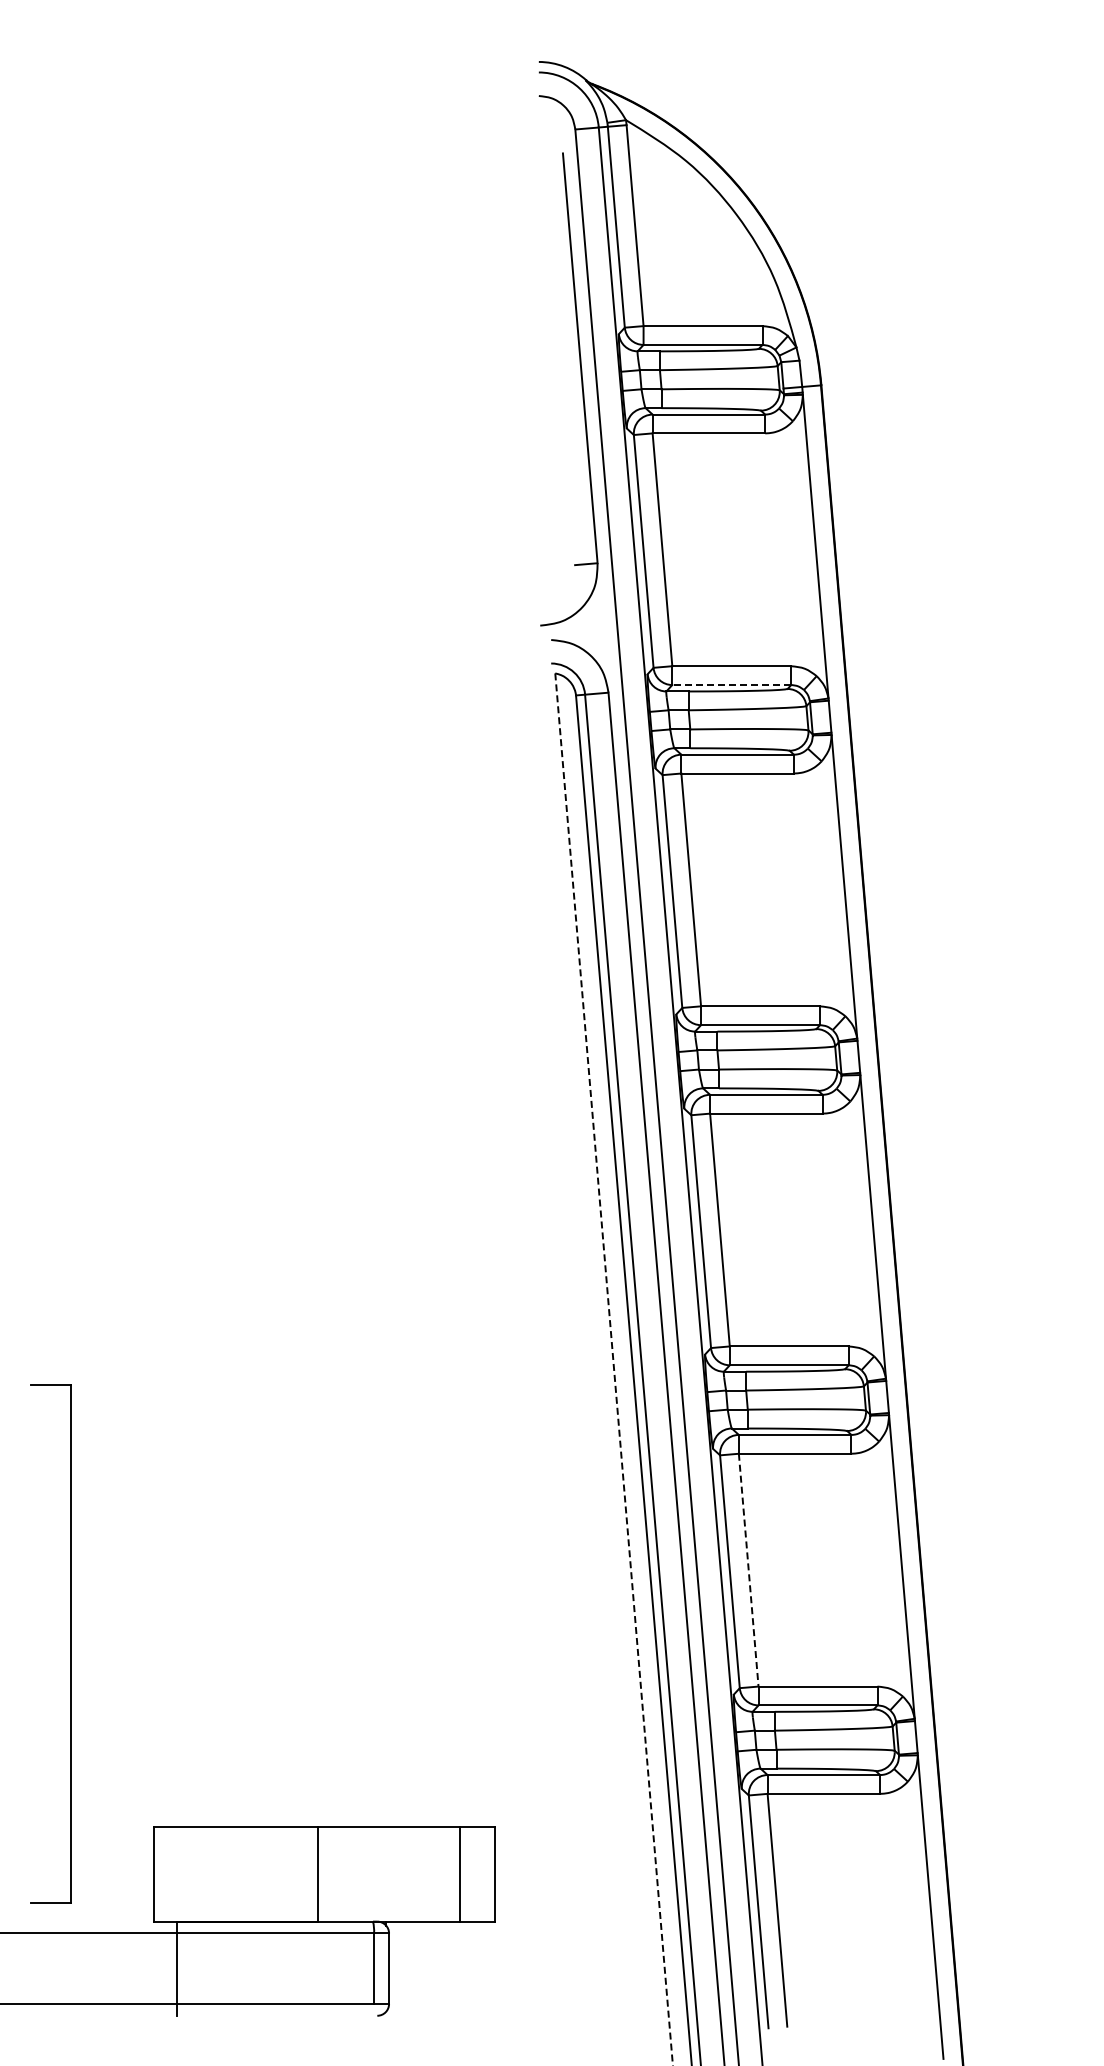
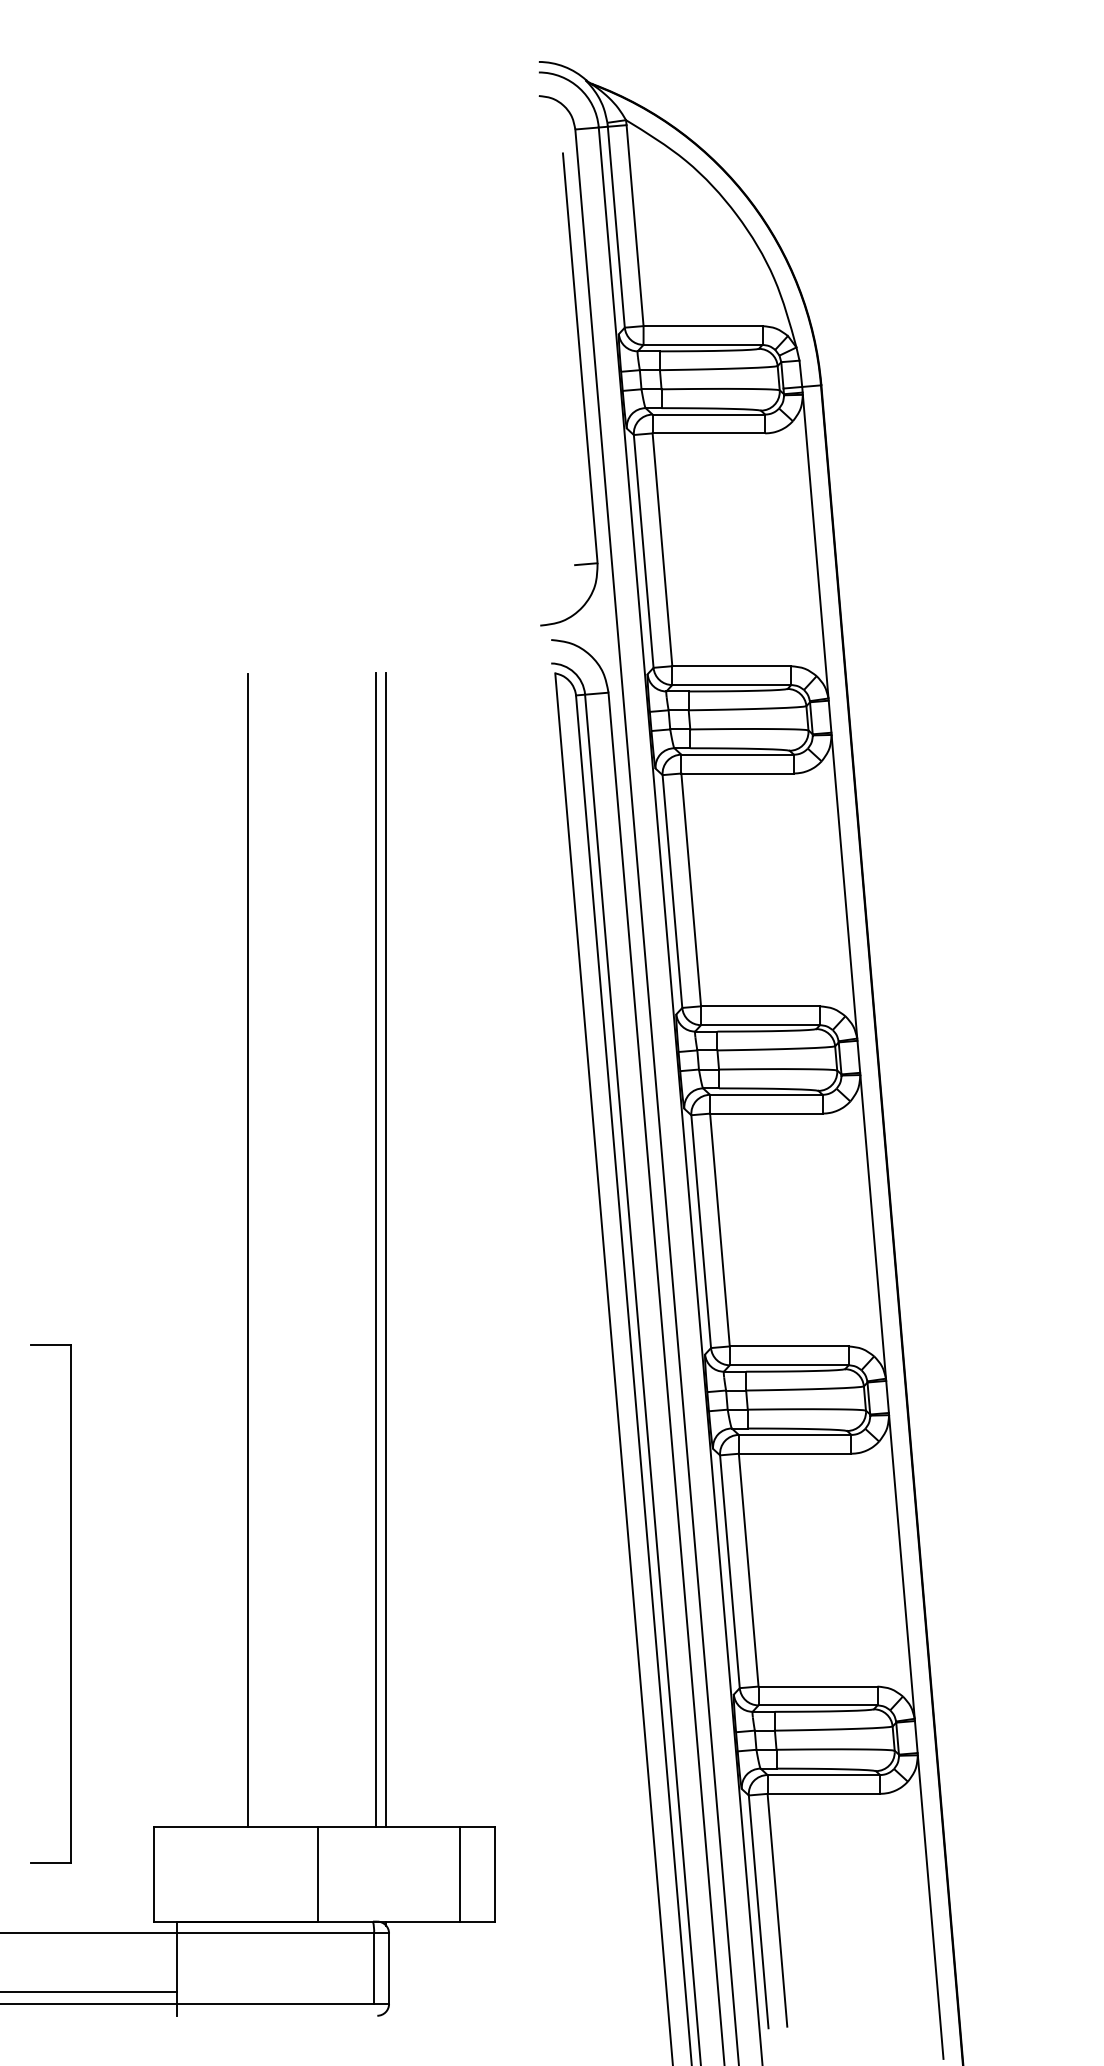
line at (731, 685): dashed -> solid
line at (376, 1249): none -> present
line at (247, 1250): none -> present
line at (386, 1250): none -> present
line at (614, 1369): dashed -> solid
line at (748, 1570): dashed -> solid
part at (70, 1643) position: (70, 1643) -> (70, 1603)
line at (89, 1992): none -> present
